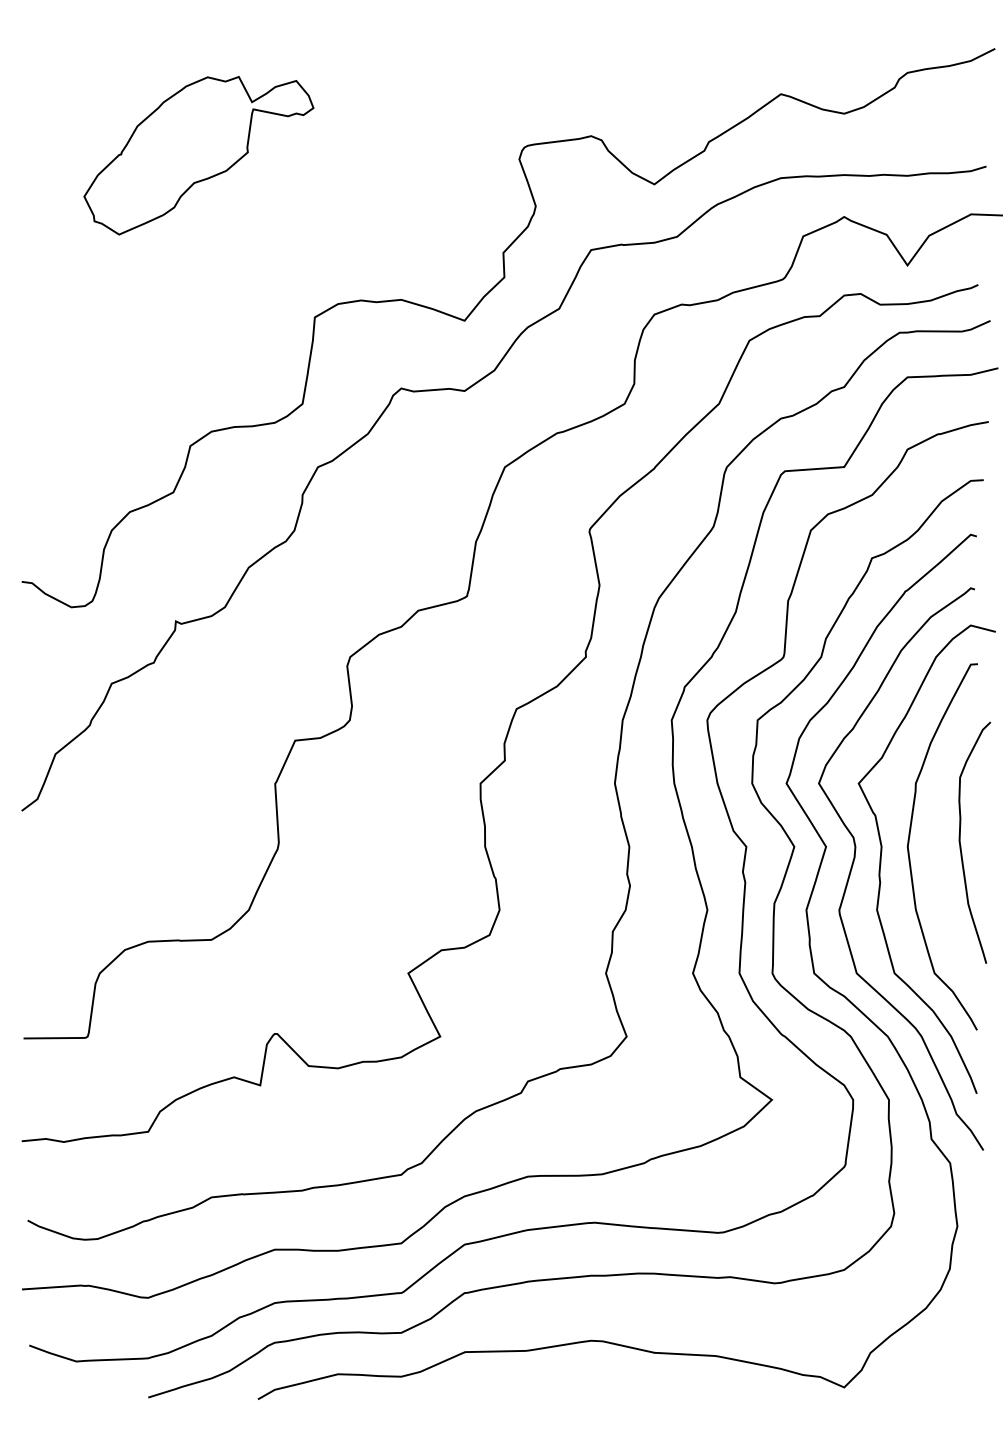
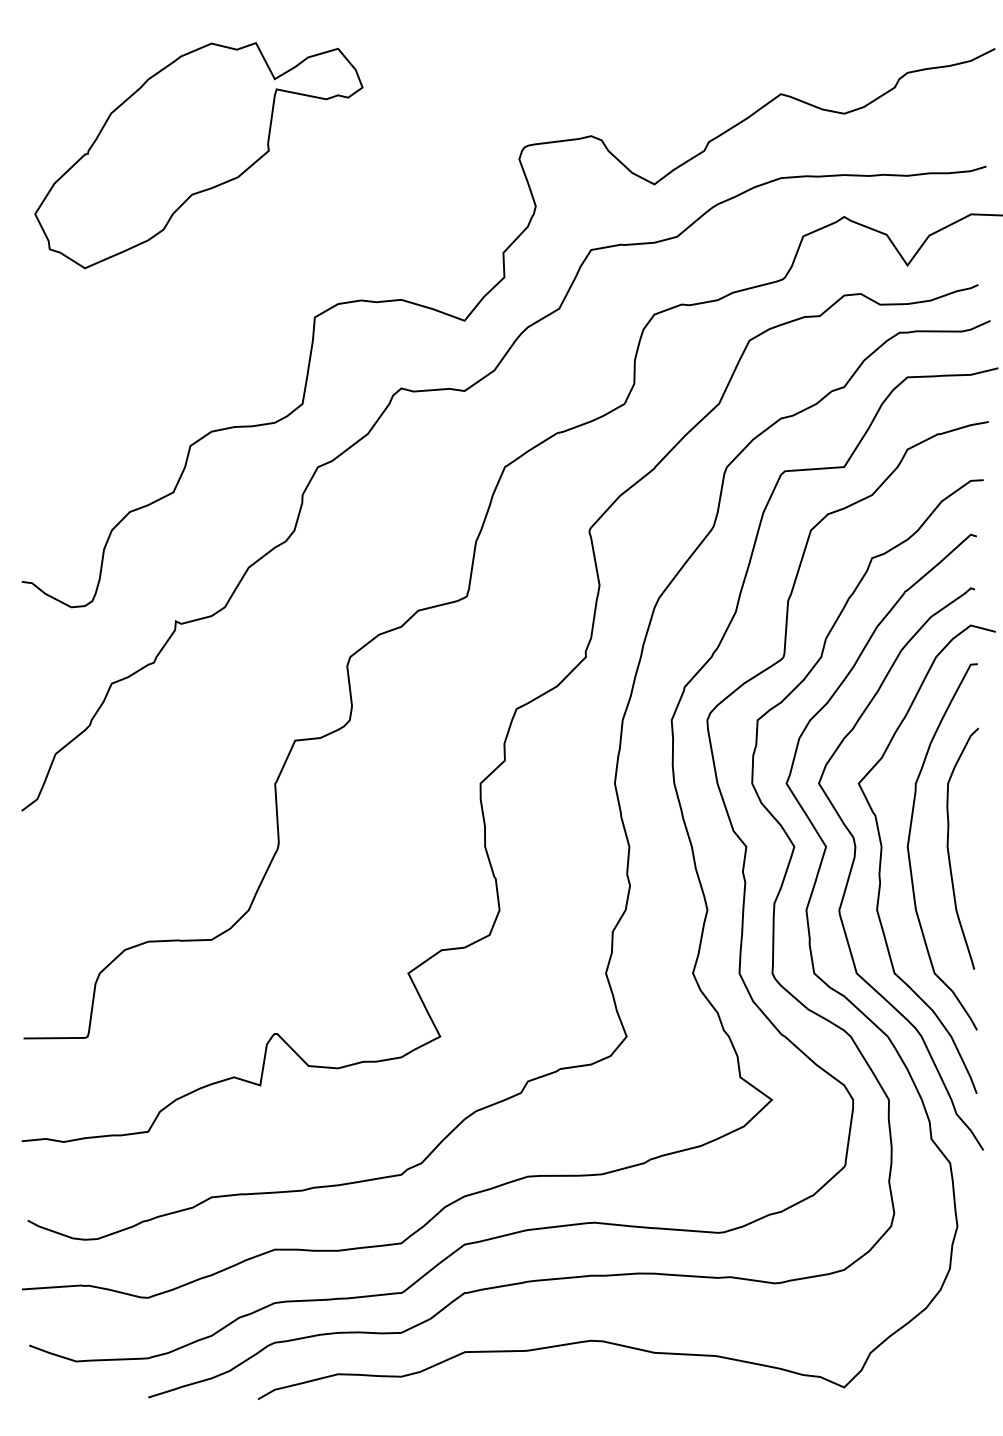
part at (198, 155) size: 232x160 px -> 330x228 px
curve at (961, 845) position: (961, 845) -> (949, 851)
